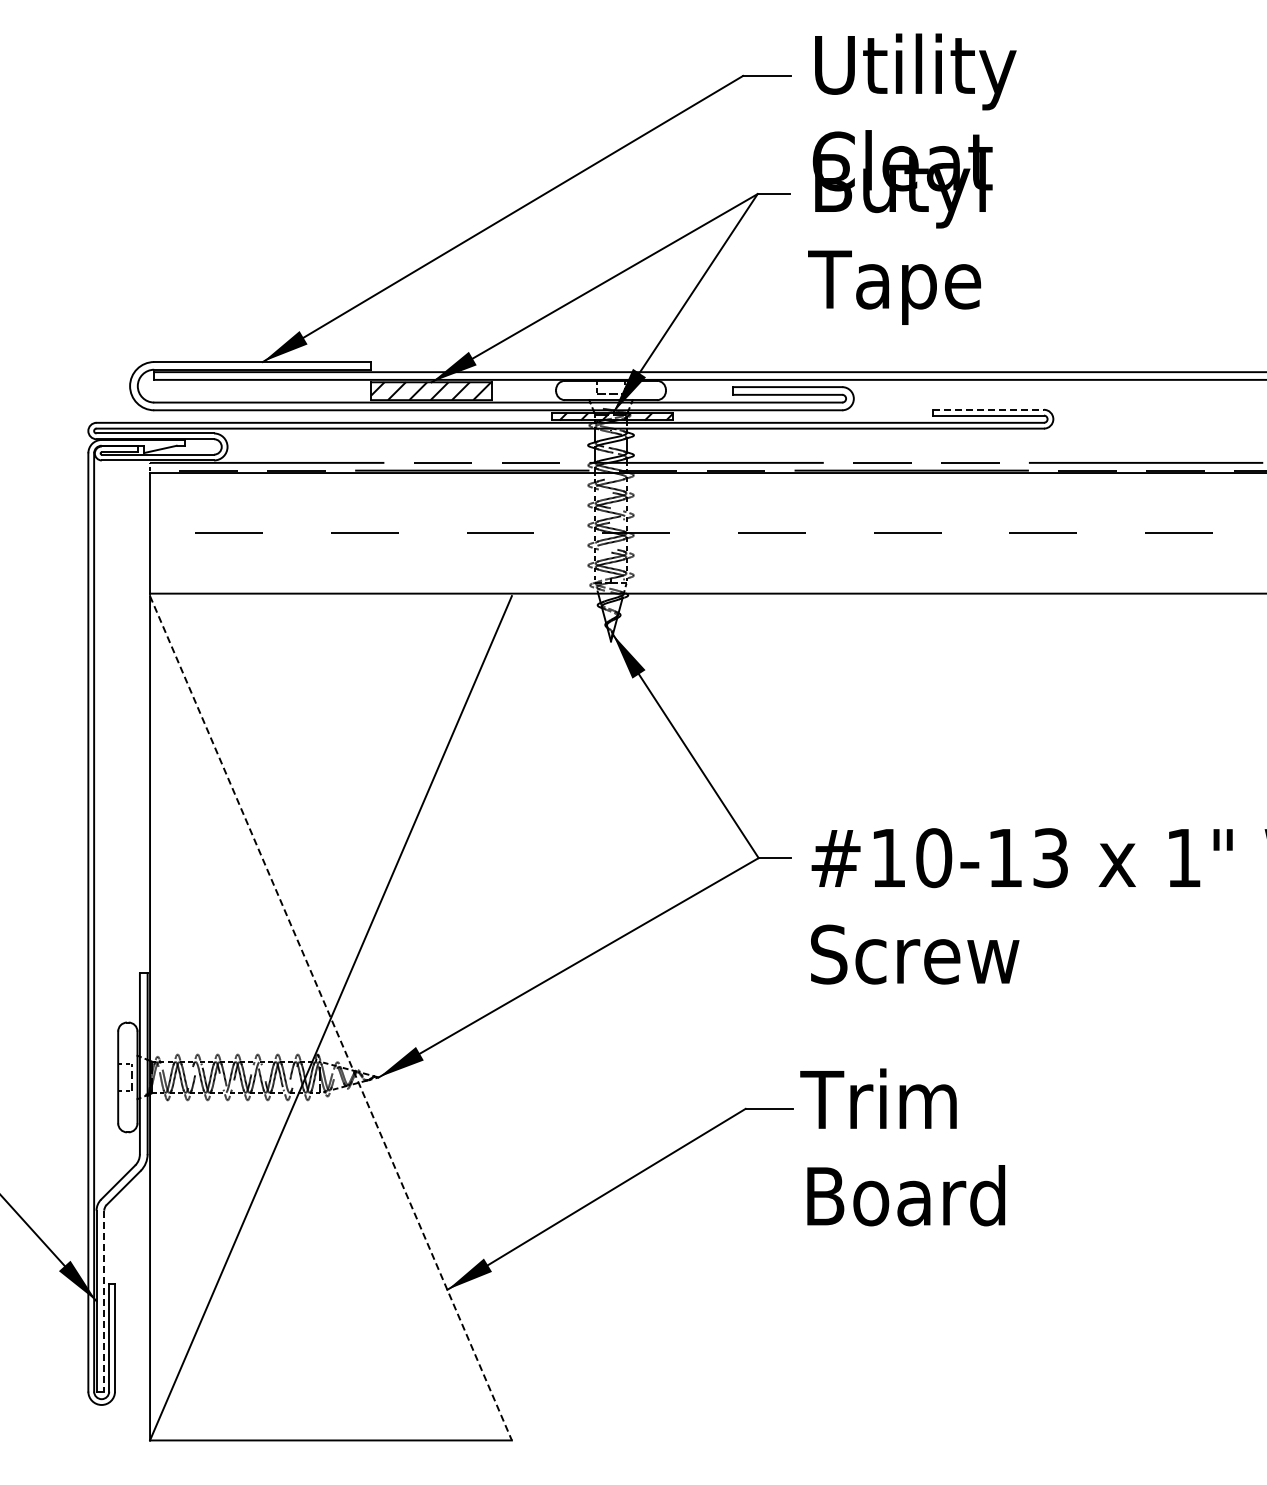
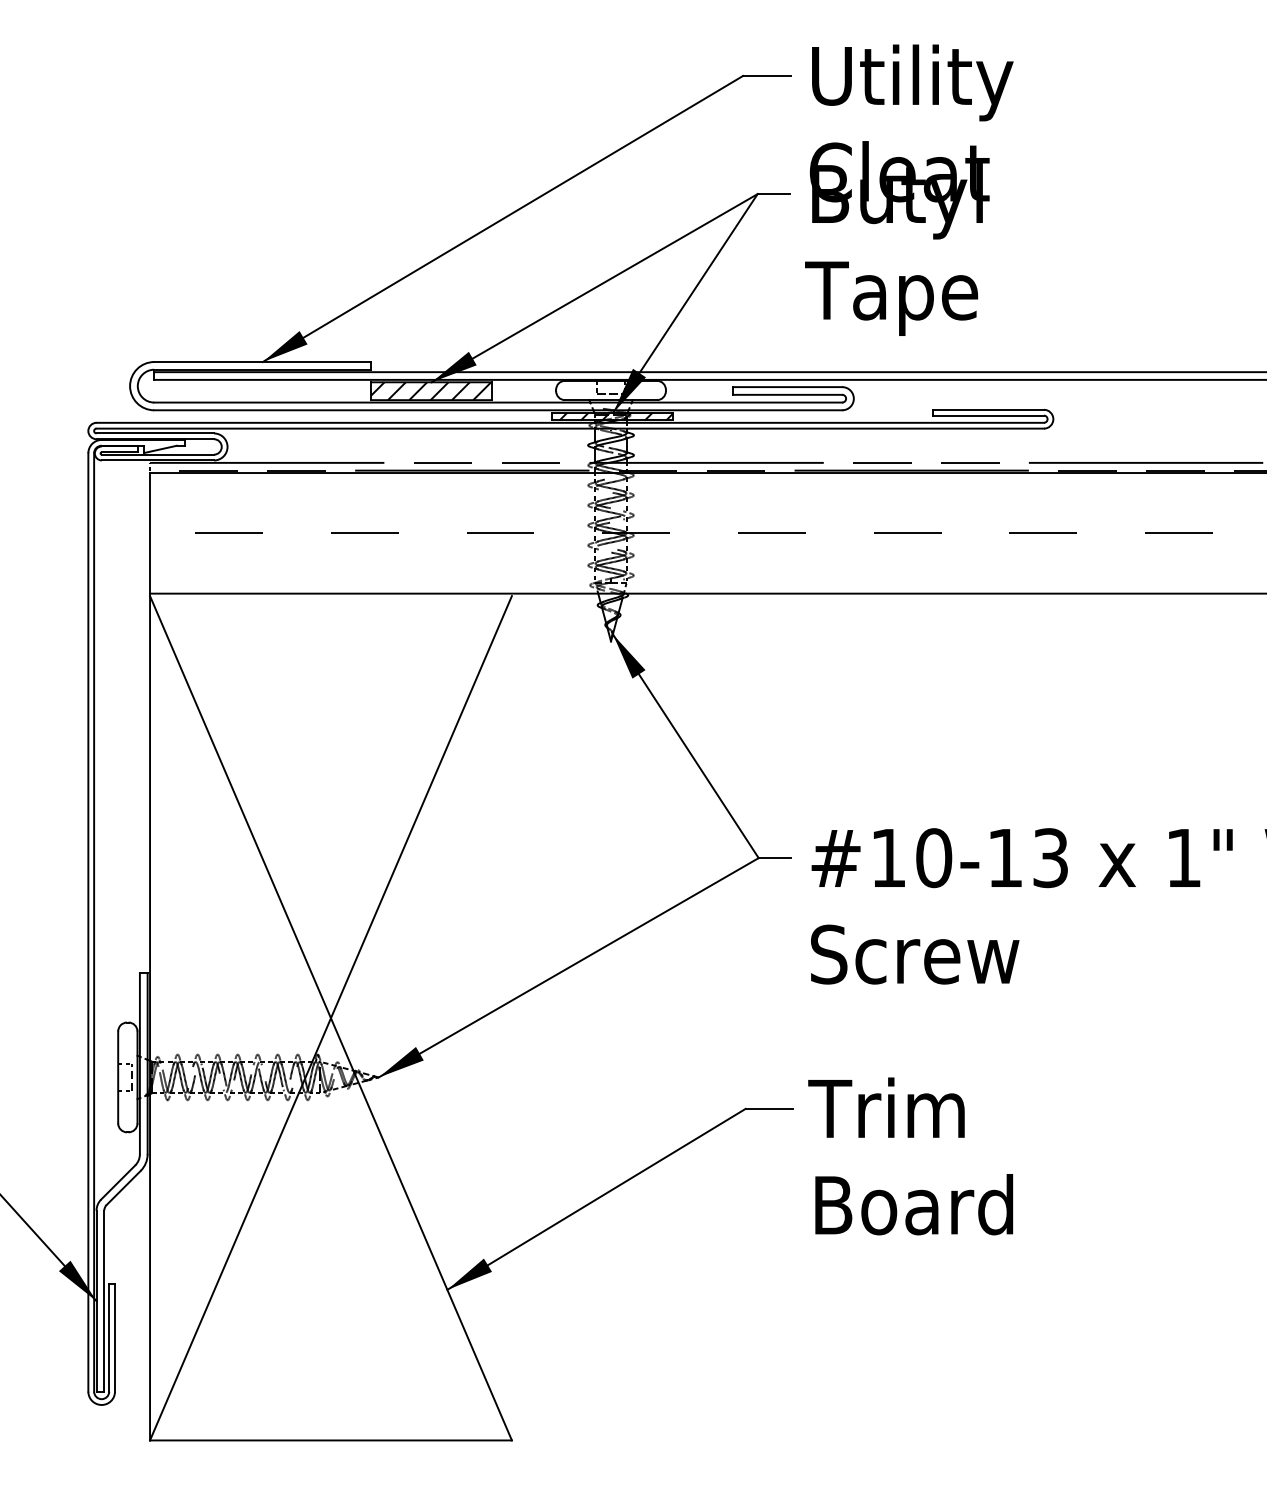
text at (912, 178) position: (912, 178) -> (909, 189)
line at (988, 409): dashed -> solid
line at (331, 1018): dashed -> solid
text at (902, 1147) position: (902, 1147) -> (910, 1156)
line at (104, 1301): dashed -> solid
